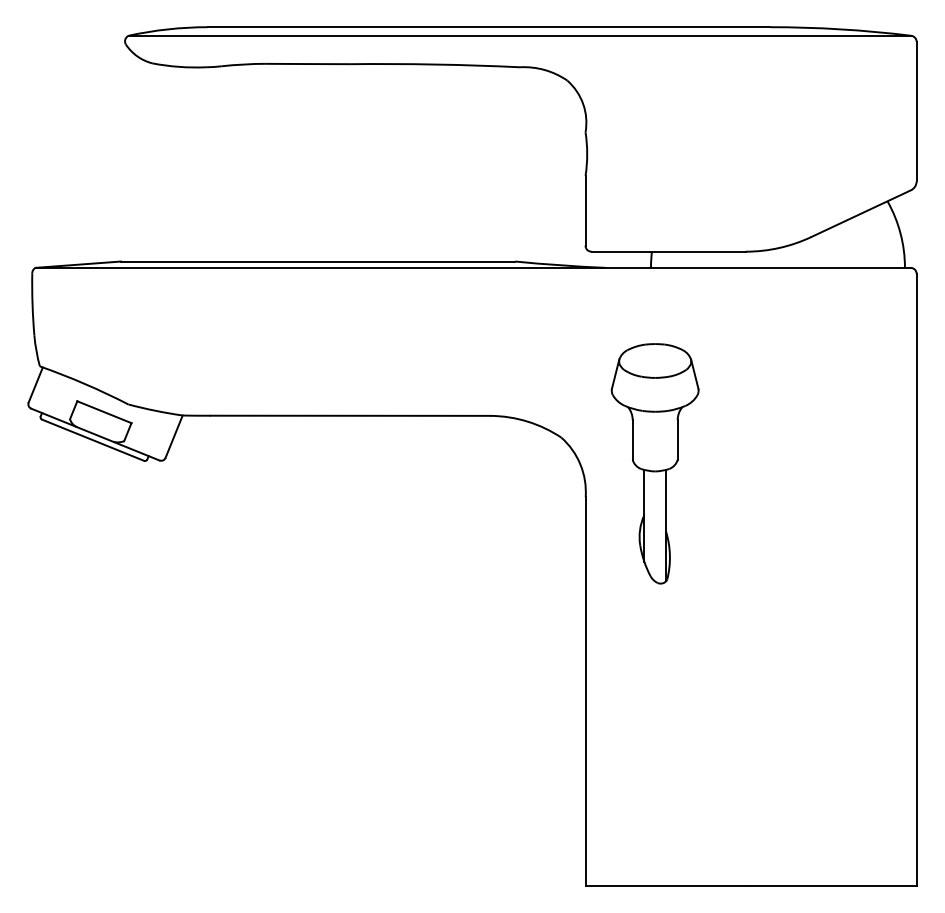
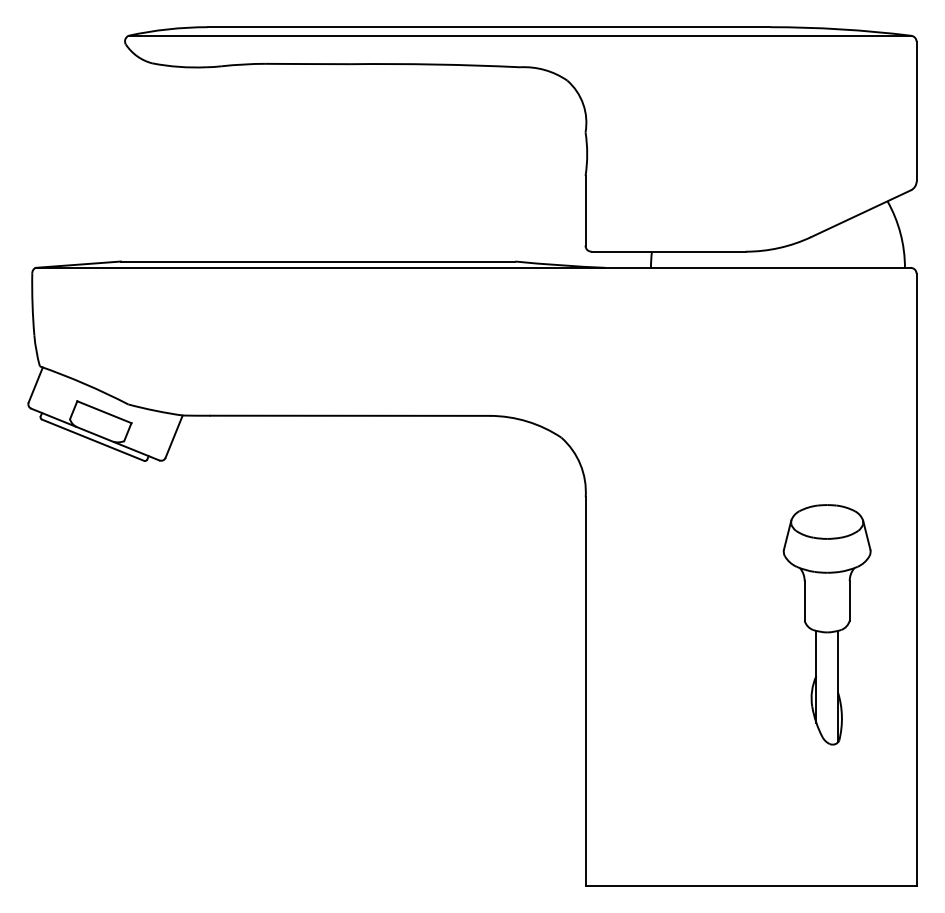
part at (654, 463) position: (654, 463) -> (826, 624)
